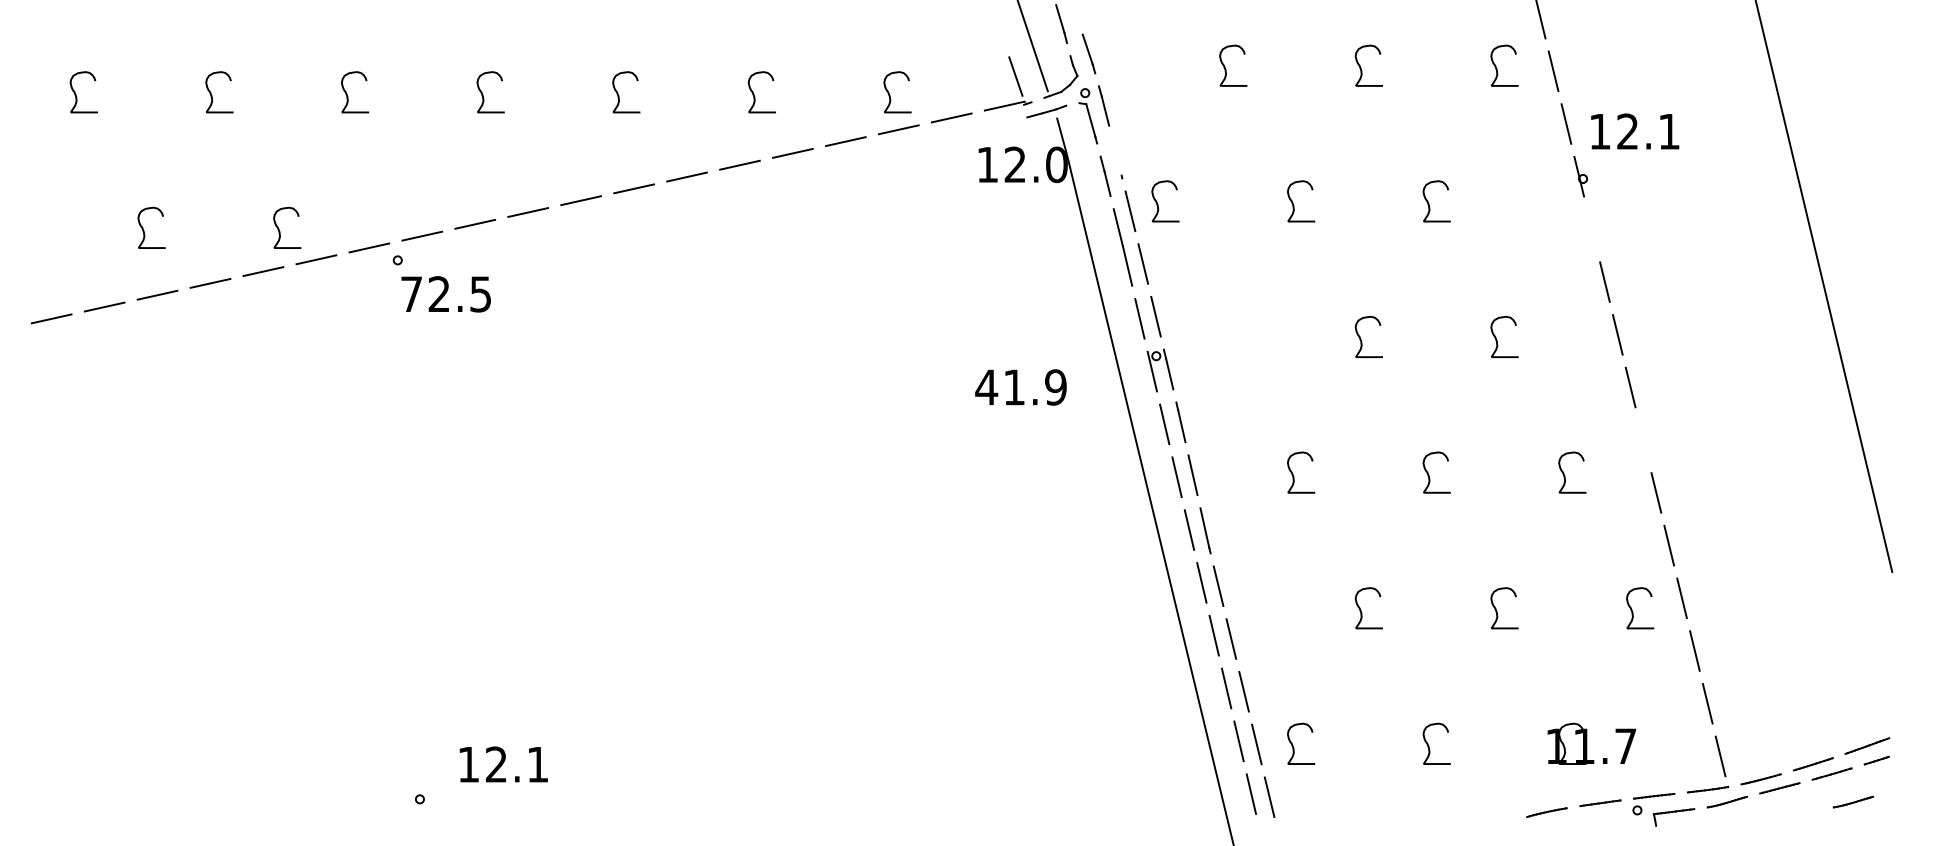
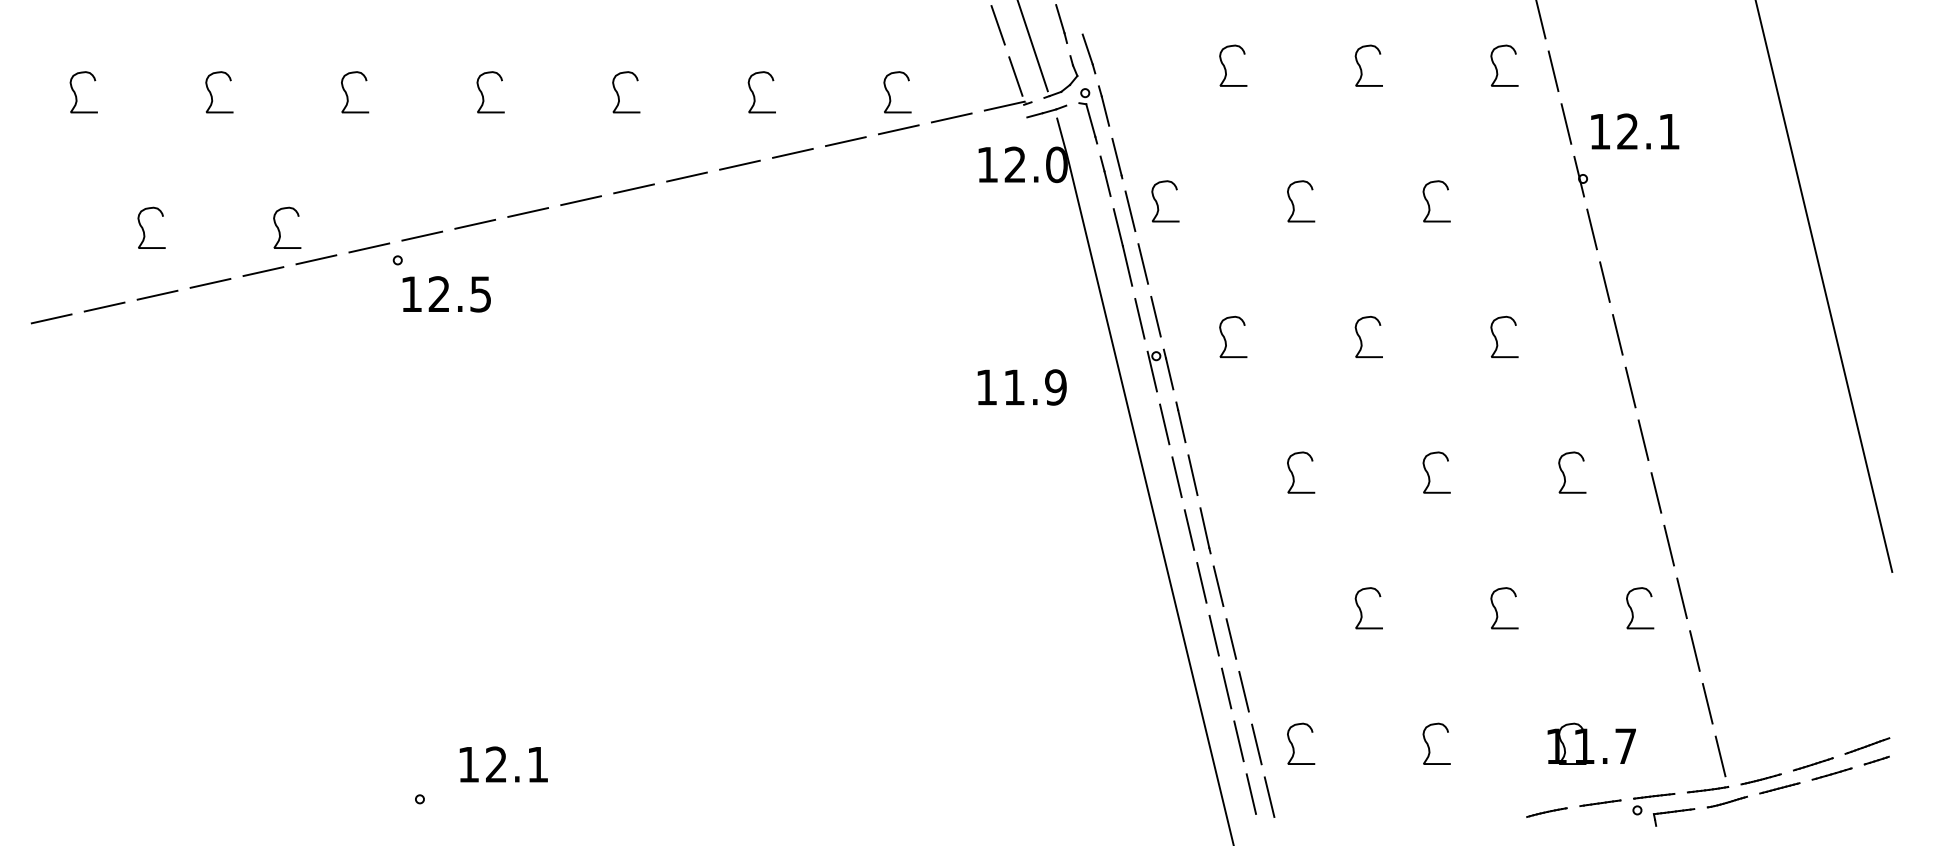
line at (997, 25): none -> present
line at (1116, 156): none -> present
line at (1591, 229): none -> present
text at (411, 293): 72.5 -> 12.5
part at (1225, 337): none -> present
text at (986, 387): 41.9 -> 11.9
line at (1643, 440): none -> present
line at (1852, 801): present -> none
